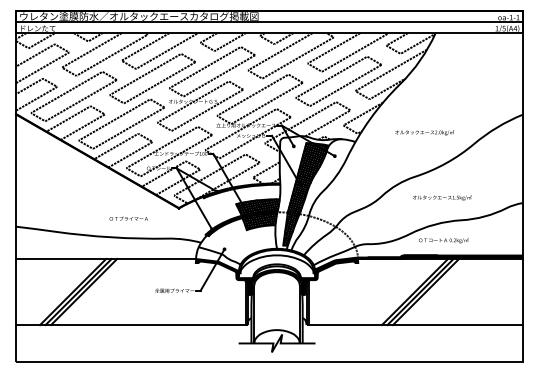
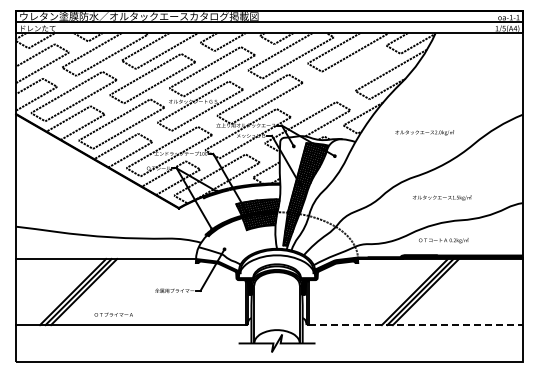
part at (338, 81): present -> none
text at (128, 218) position: (128, 218) -> (113, 314)
line at (416, 325): solid -> dashed
